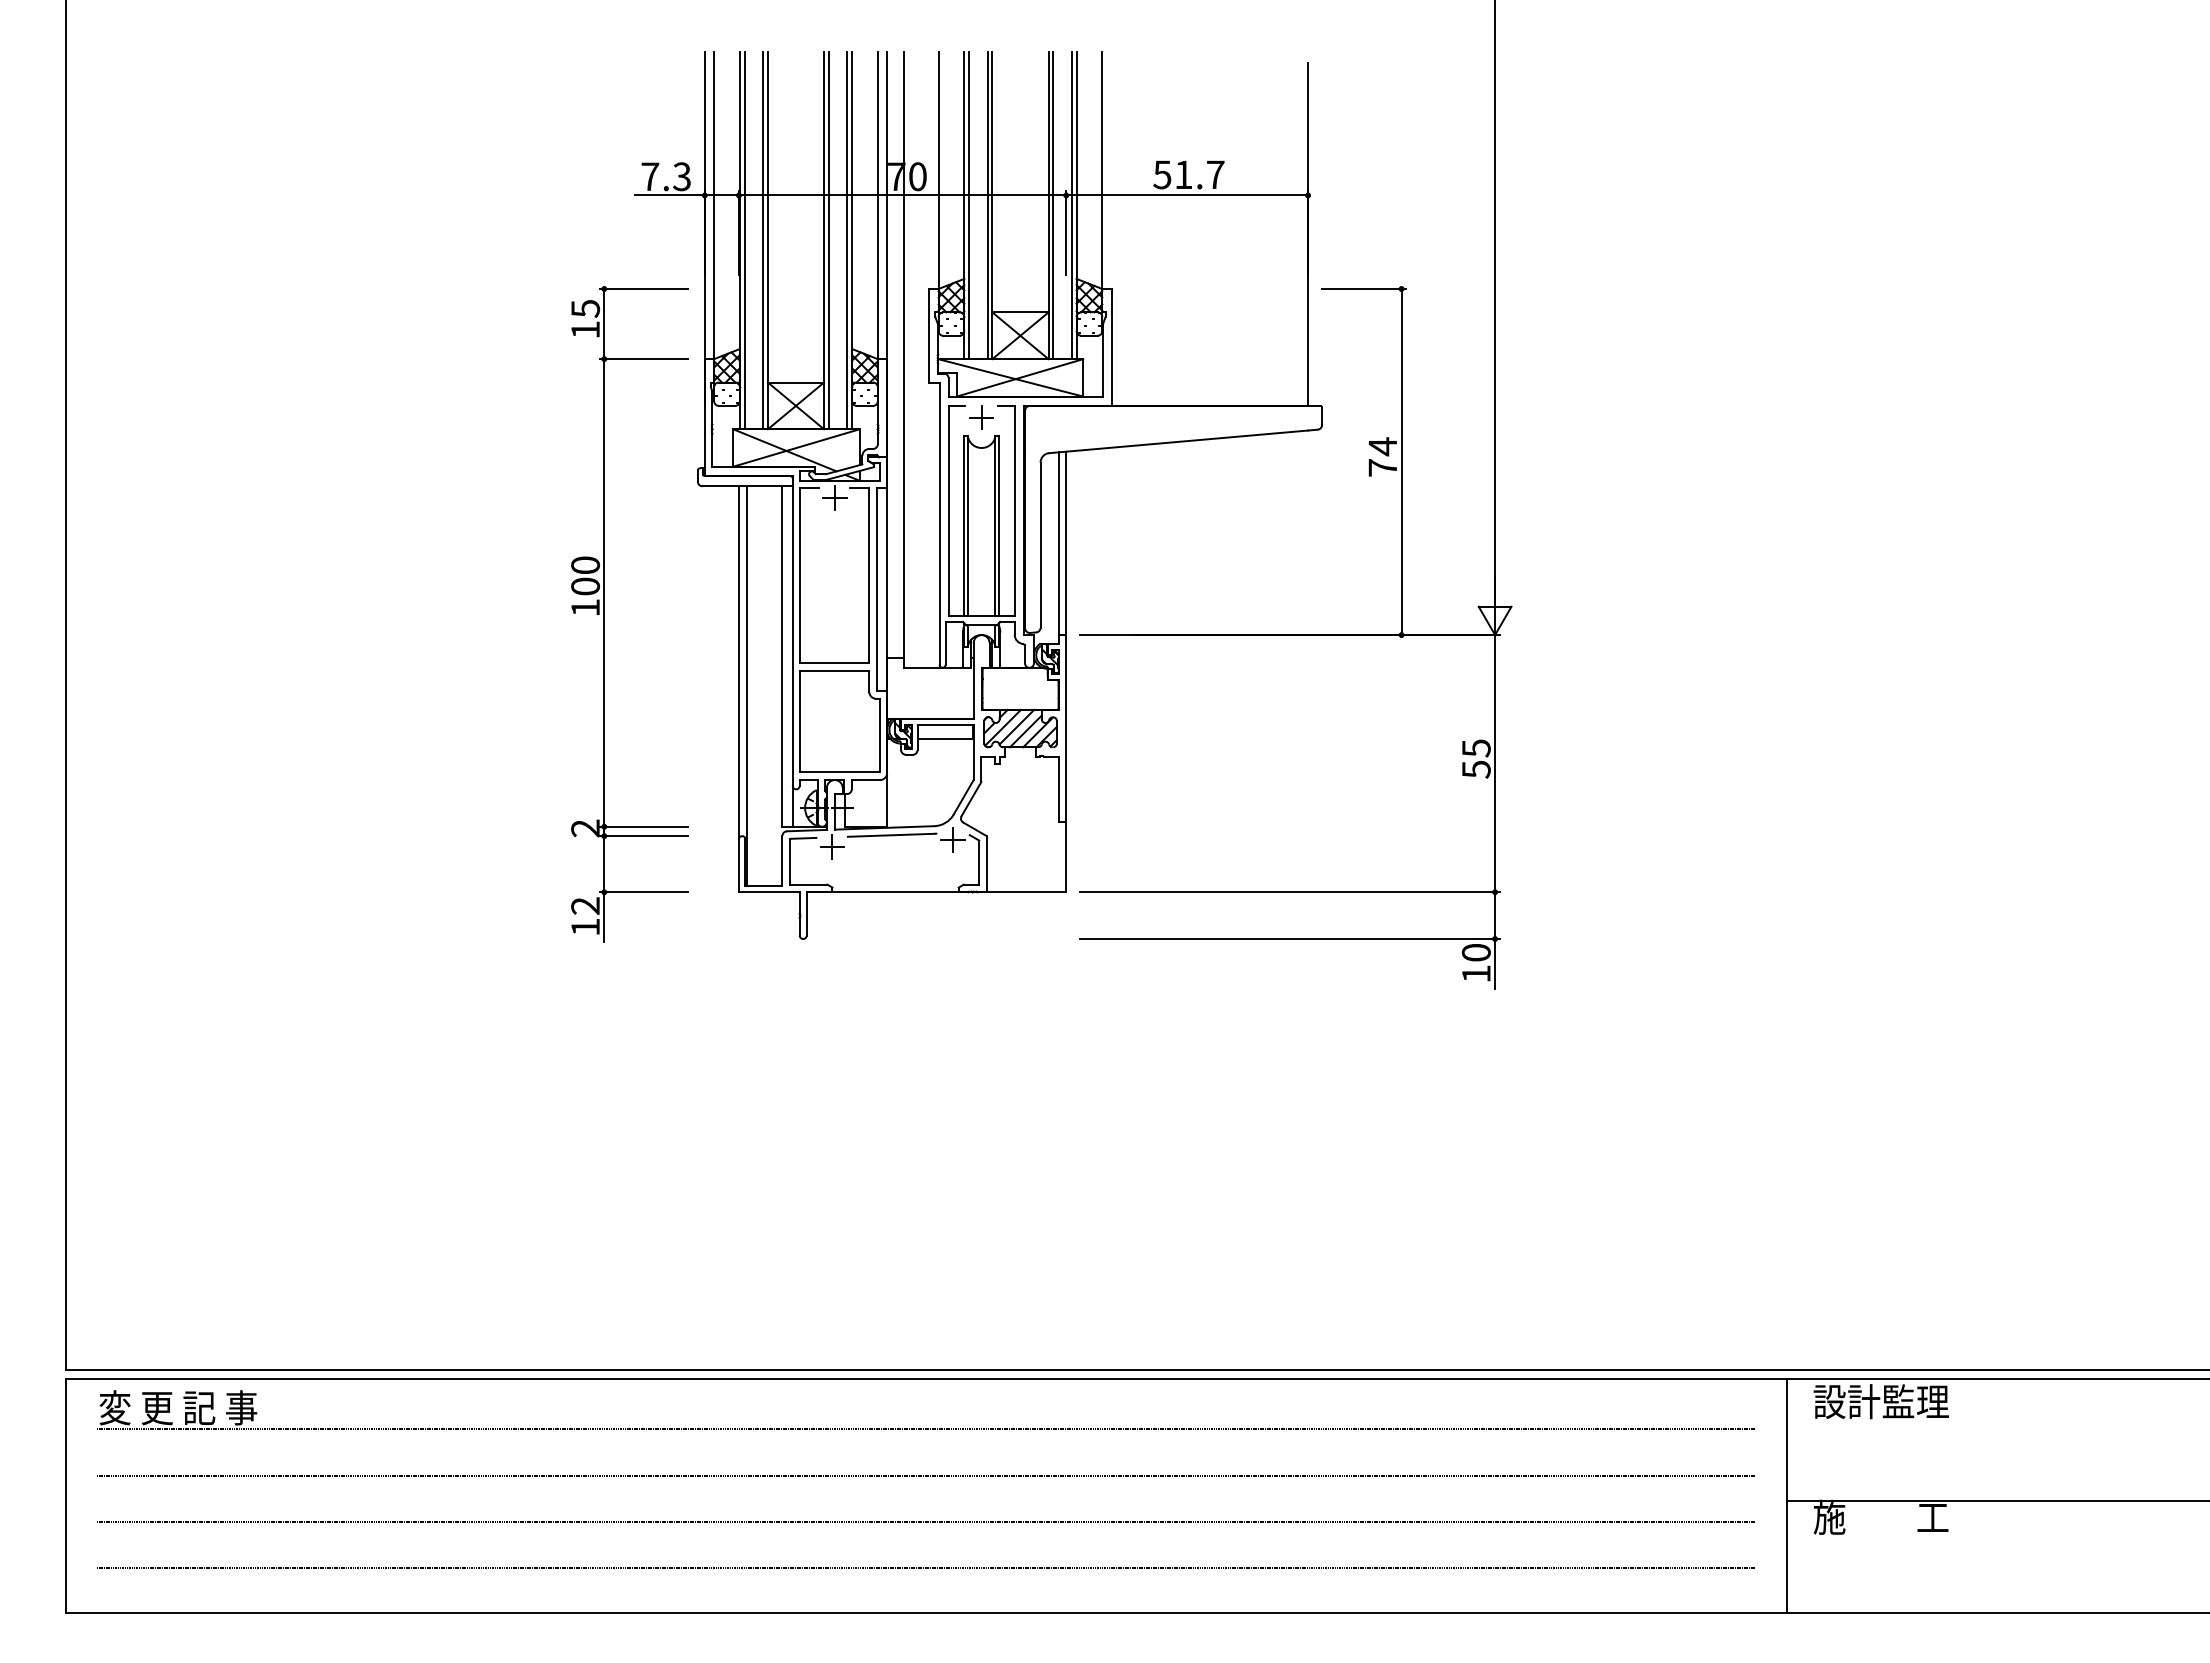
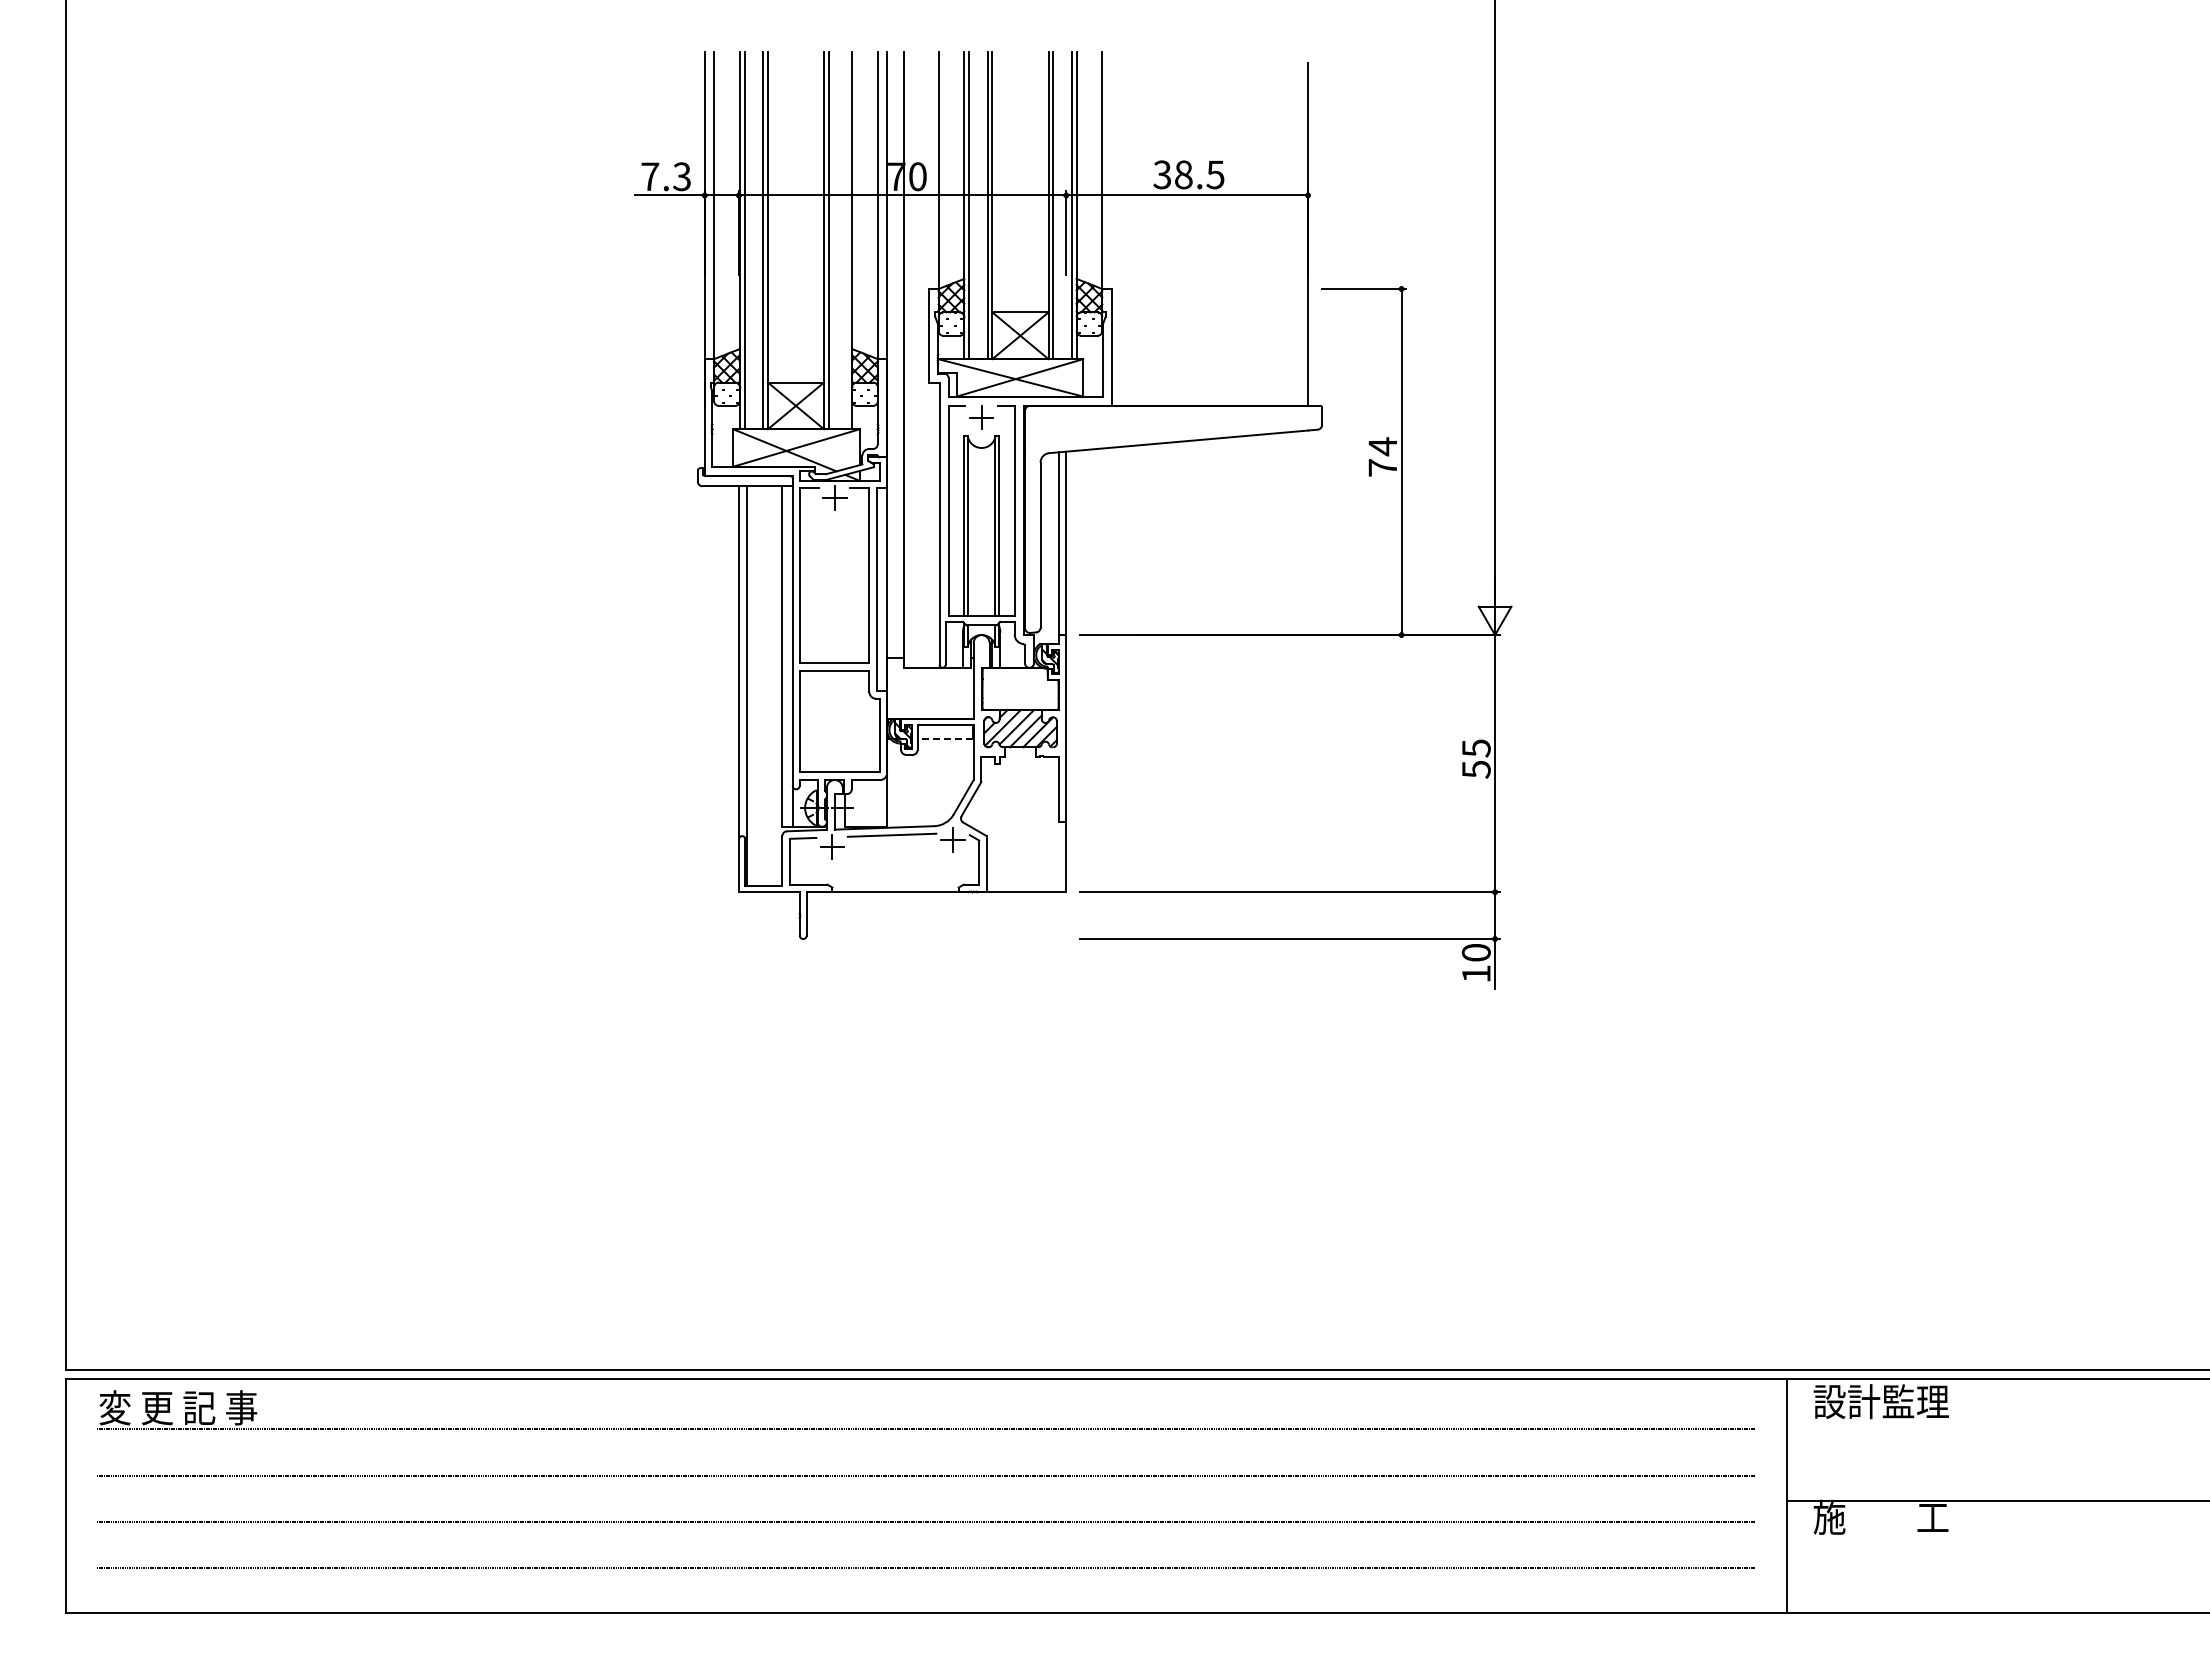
text at (1189, 174): 51.7 -> 38.5
line at (847, 240): present -> none
part at (604, 614): present -> none
line at (945, 739): solid -> dashed
